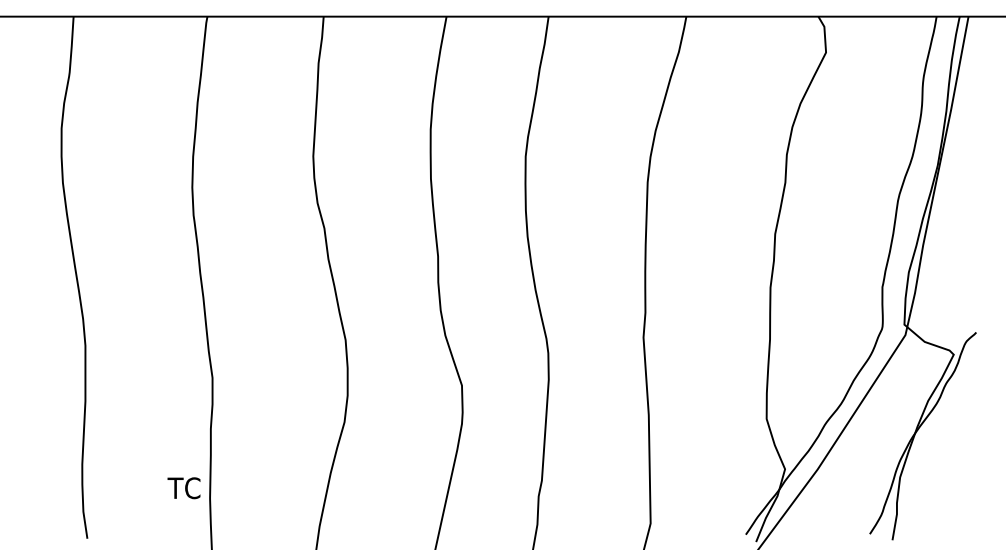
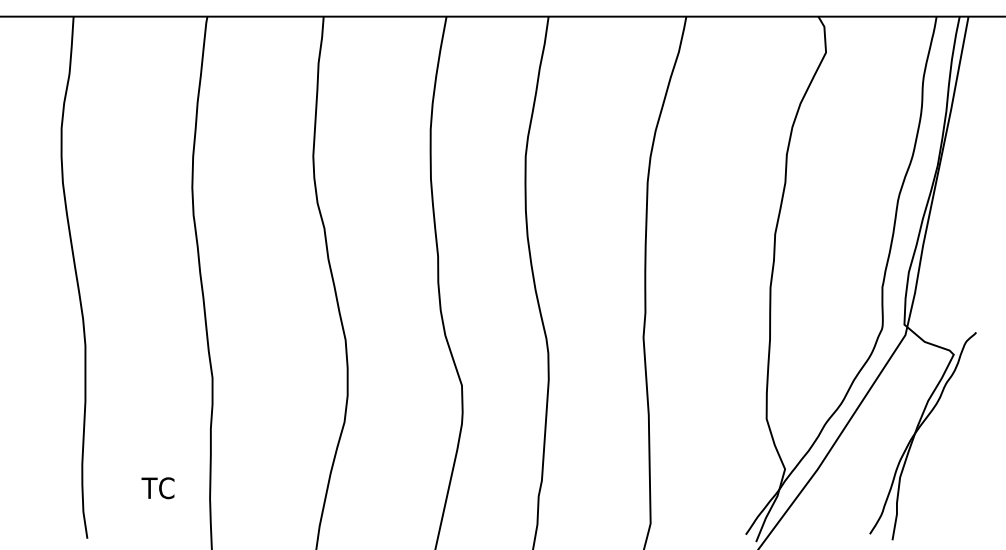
text at (183, 488) position: (183, 488) -> (157, 488)
